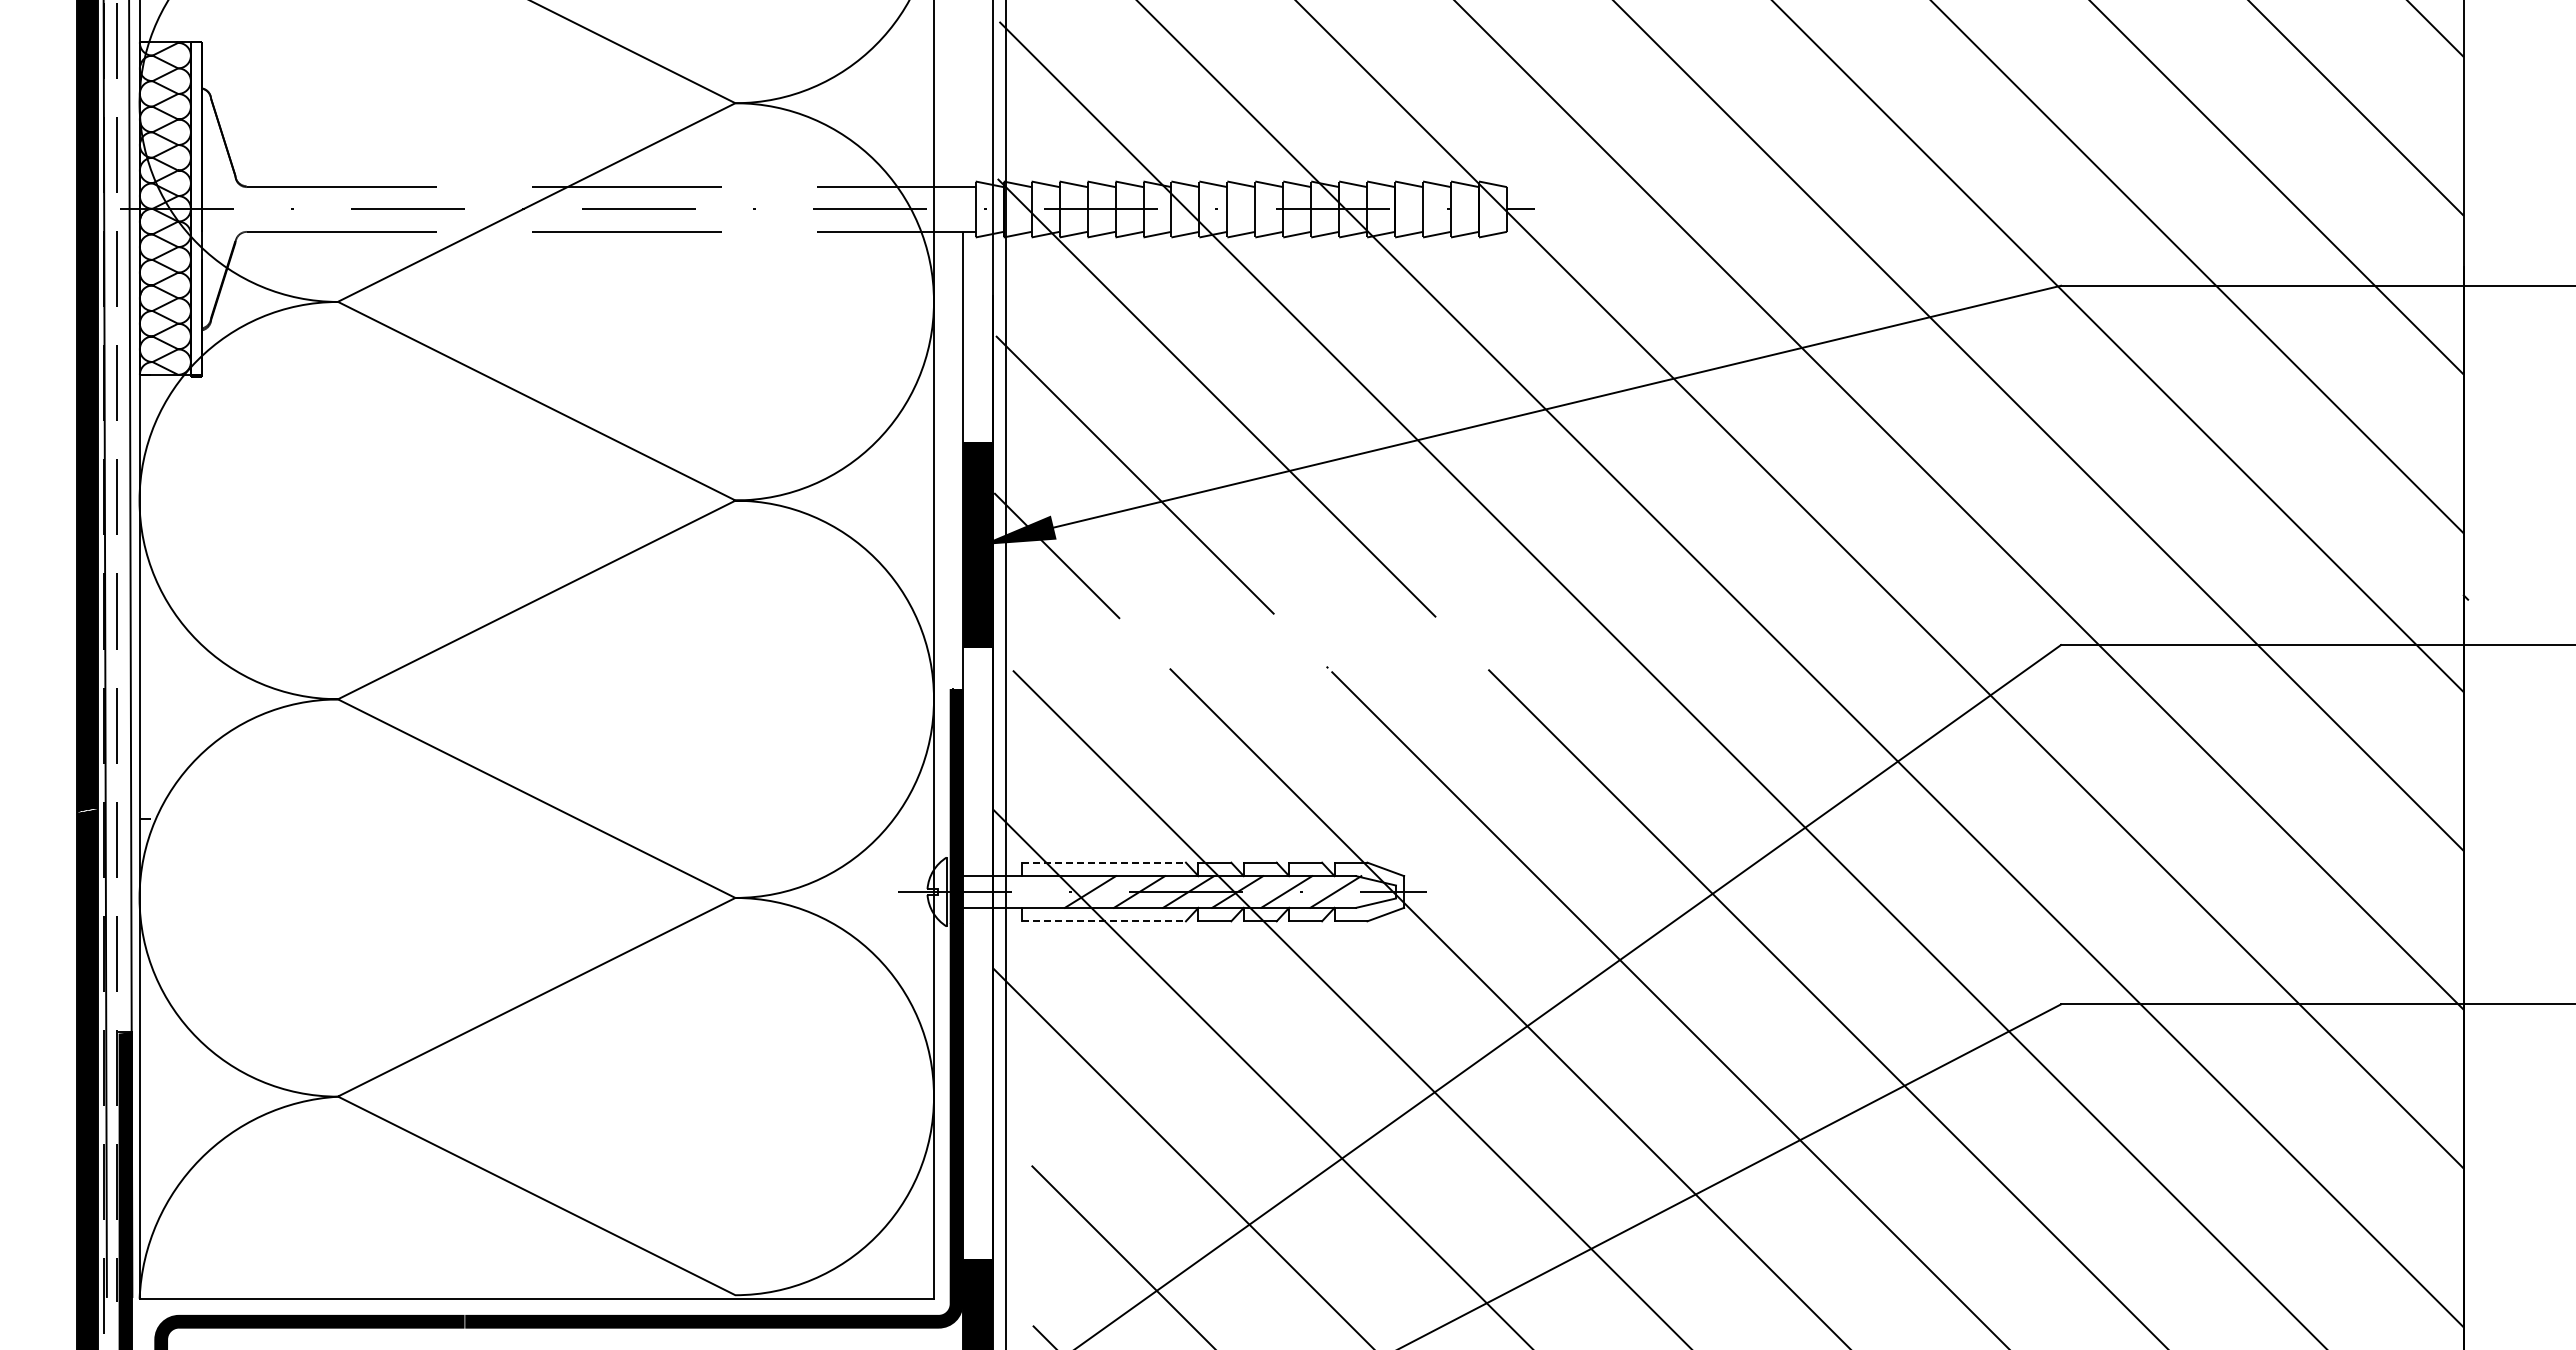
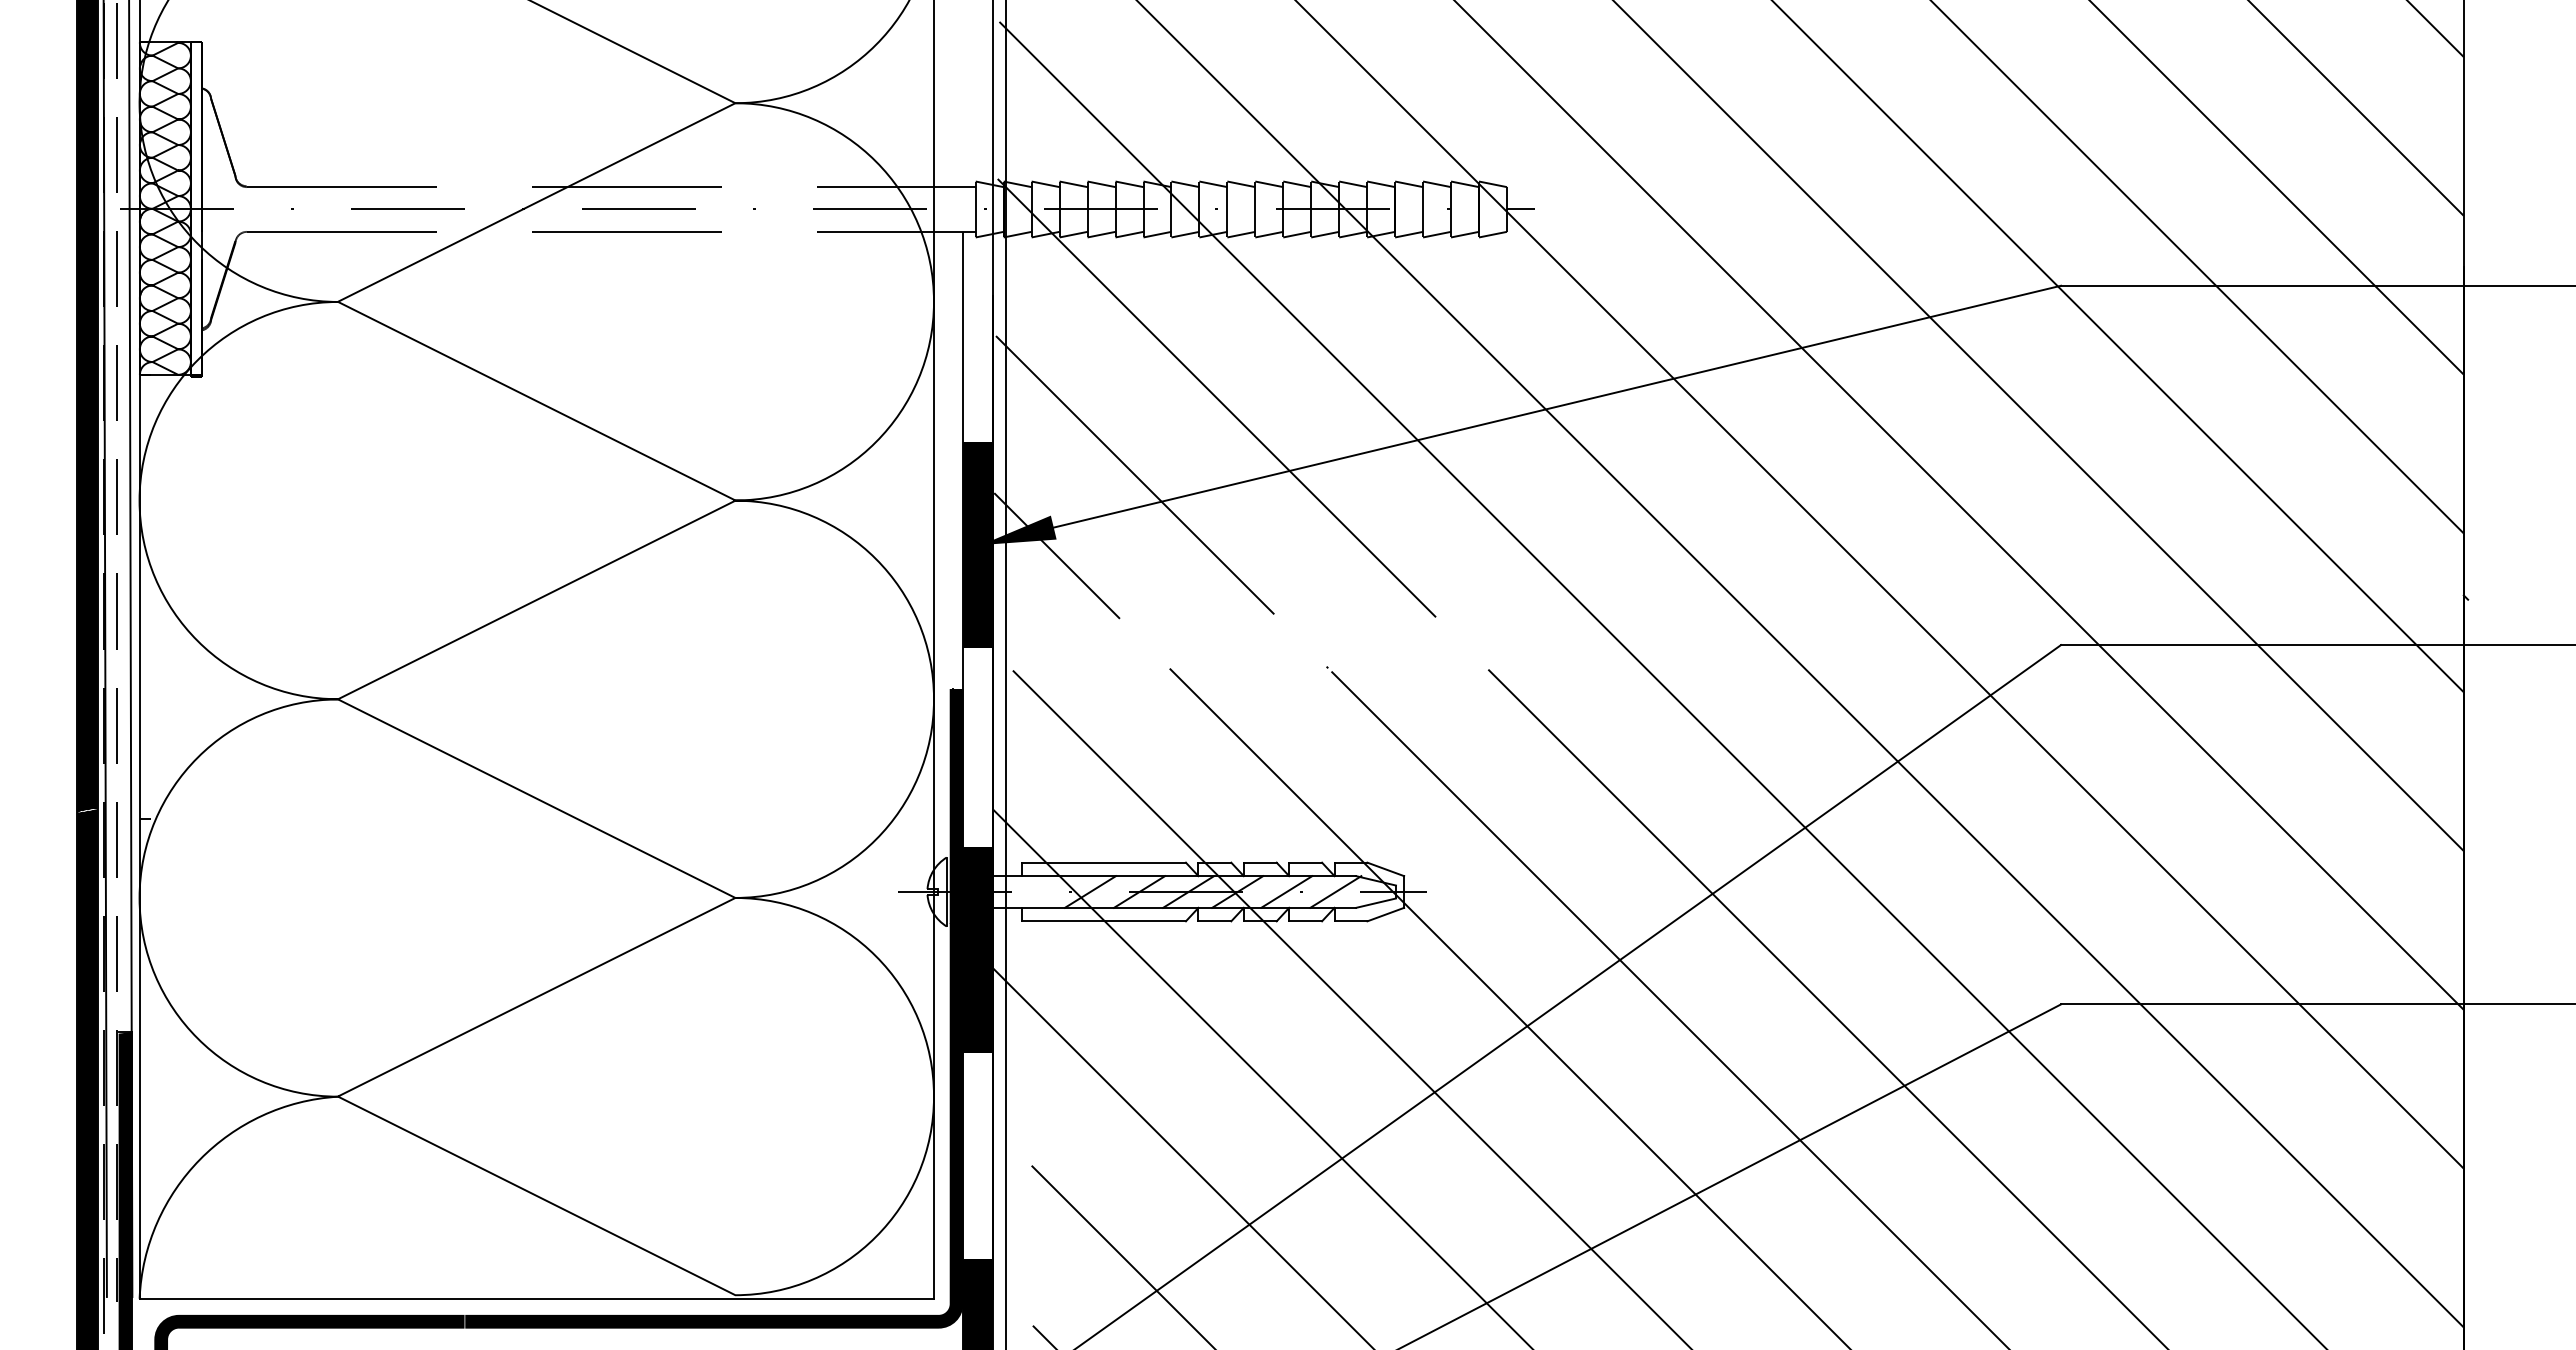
line at (1104, 862): dashed -> solid
line at (1104, 921): dashed -> solid
fill at (977, 950): none -> present
